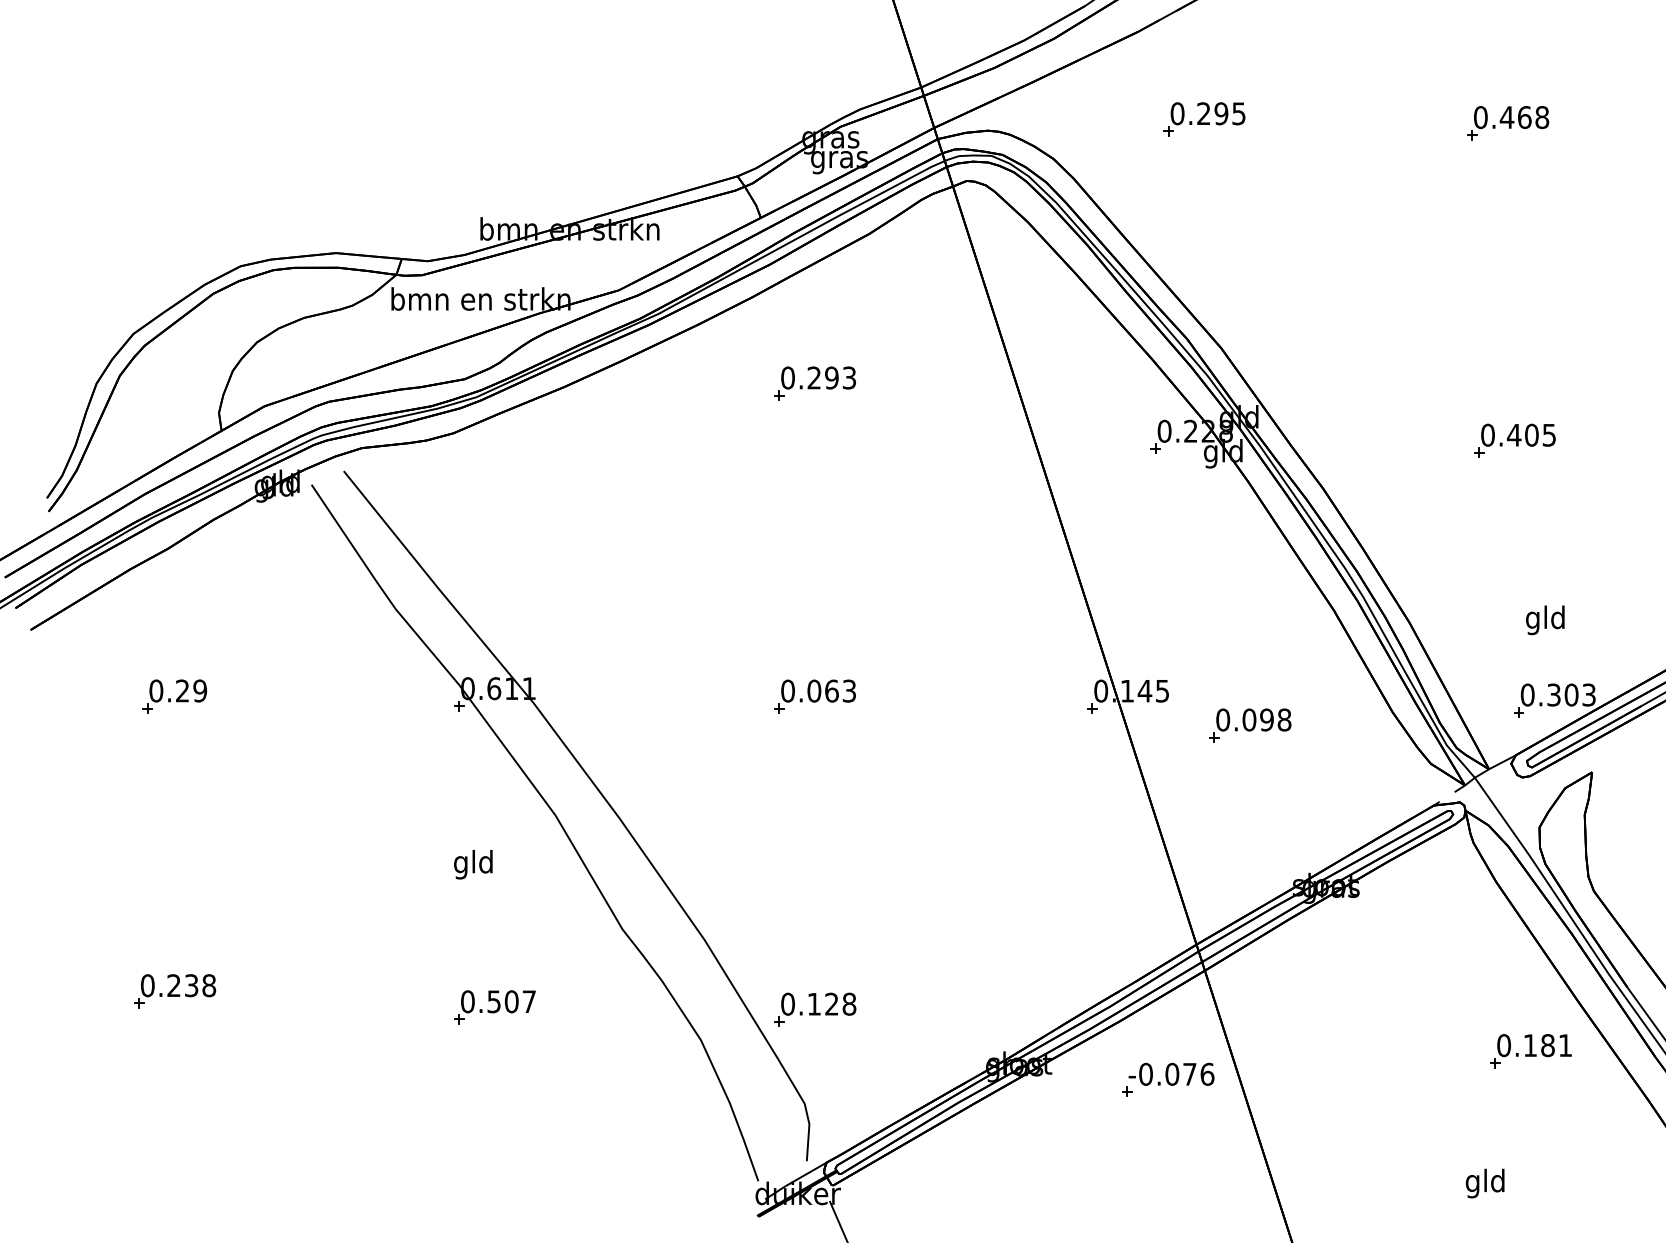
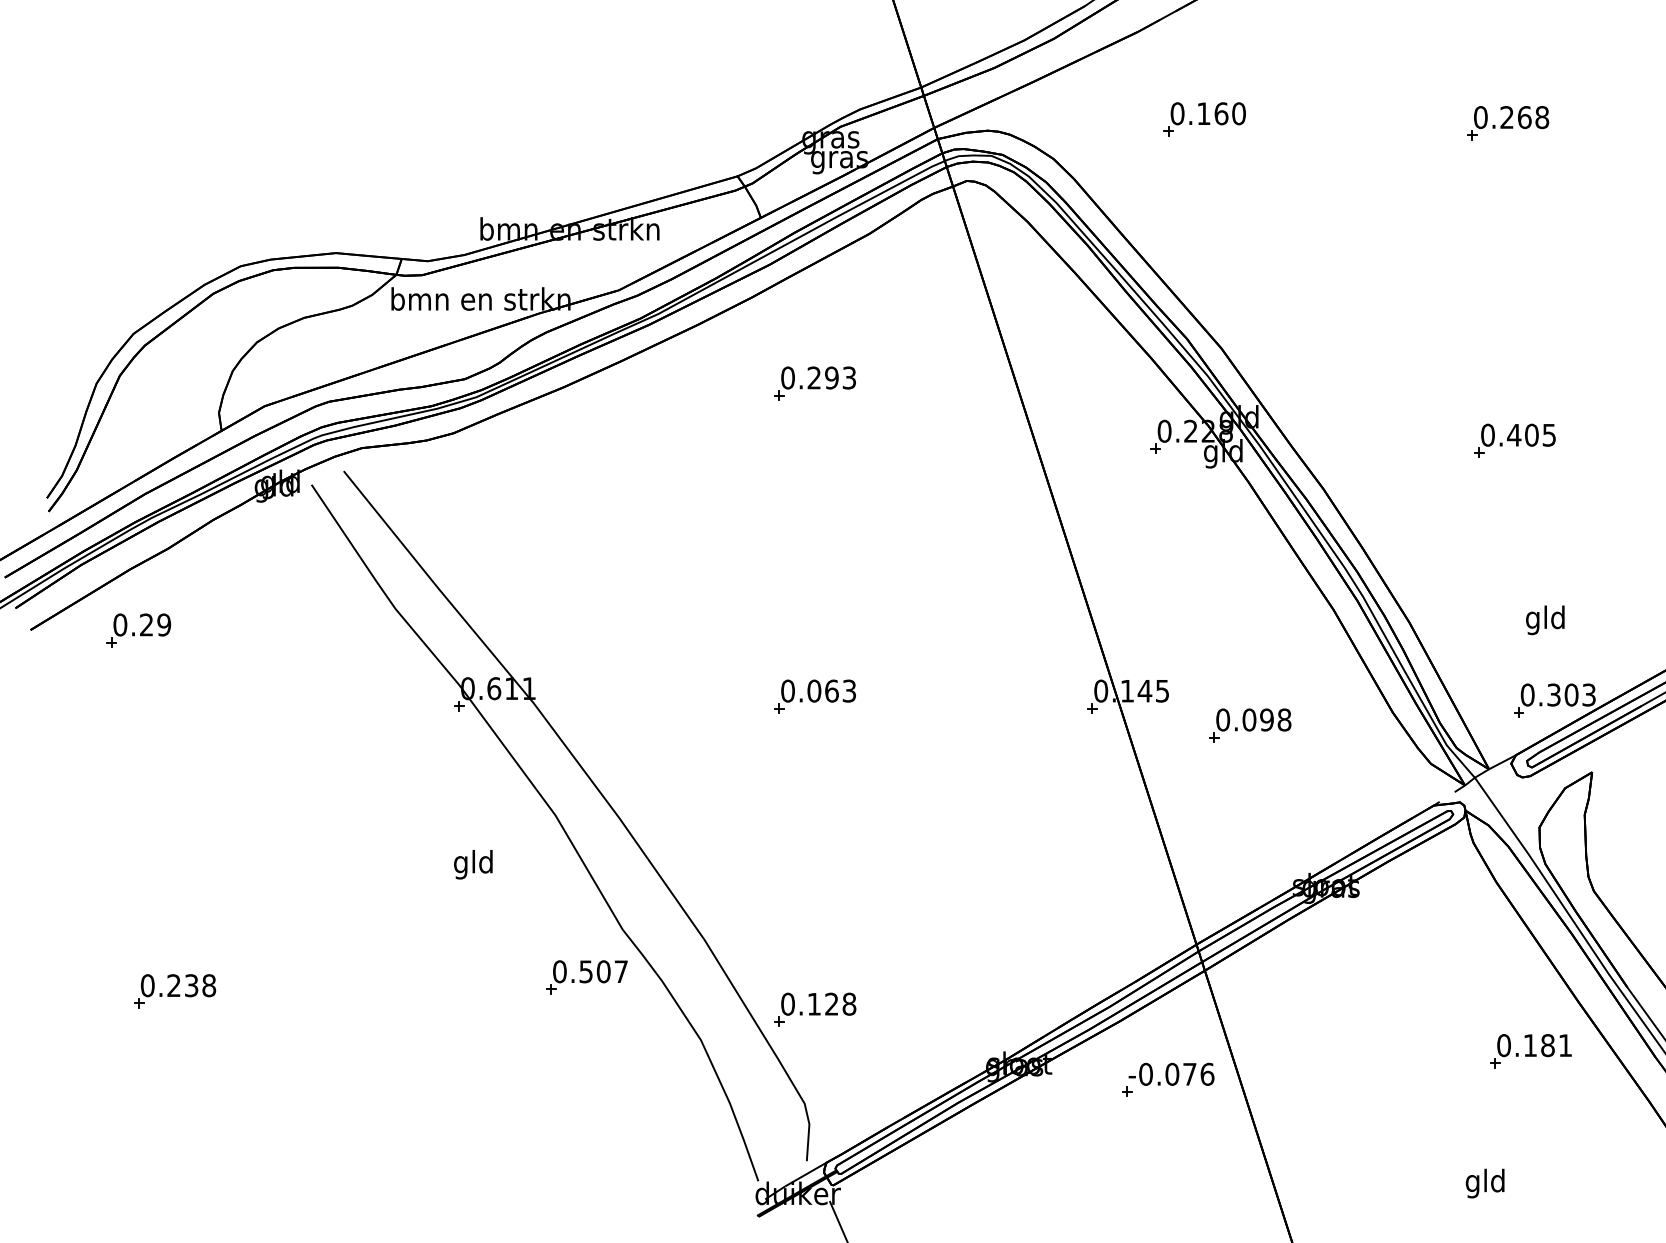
text at (1221, 113): 0.295 -> 0.160
text at (1506, 117): 0.468 -> 0.268
part at (174, 696) position: (174, 696) -> (138, 630)
part at (494, 1007) position: (494, 1007) -> (586, 977)
